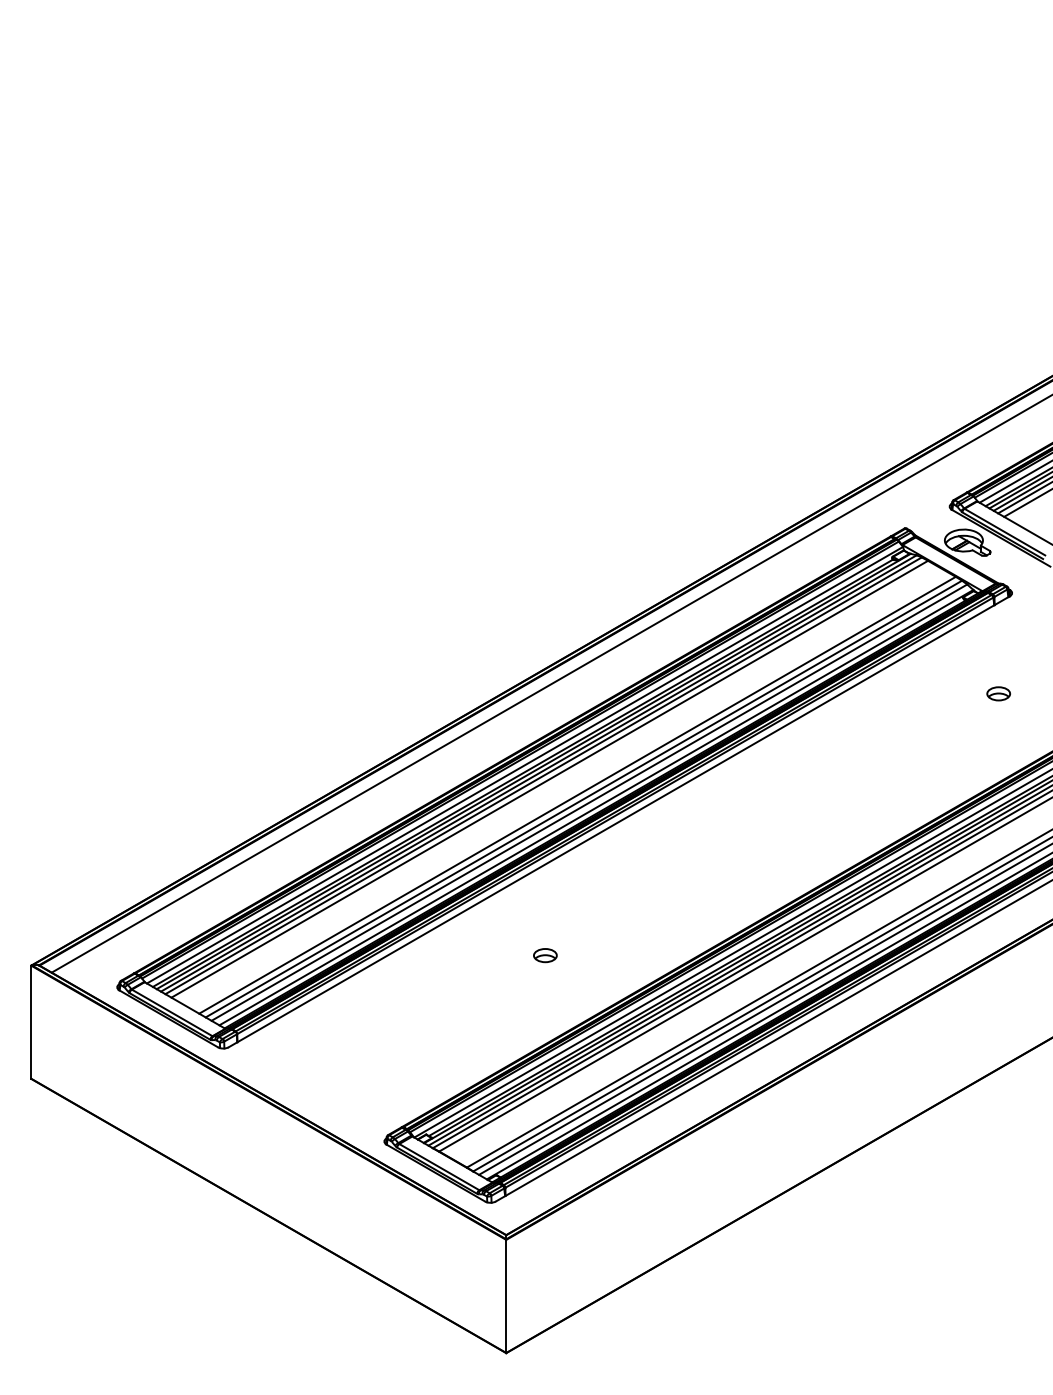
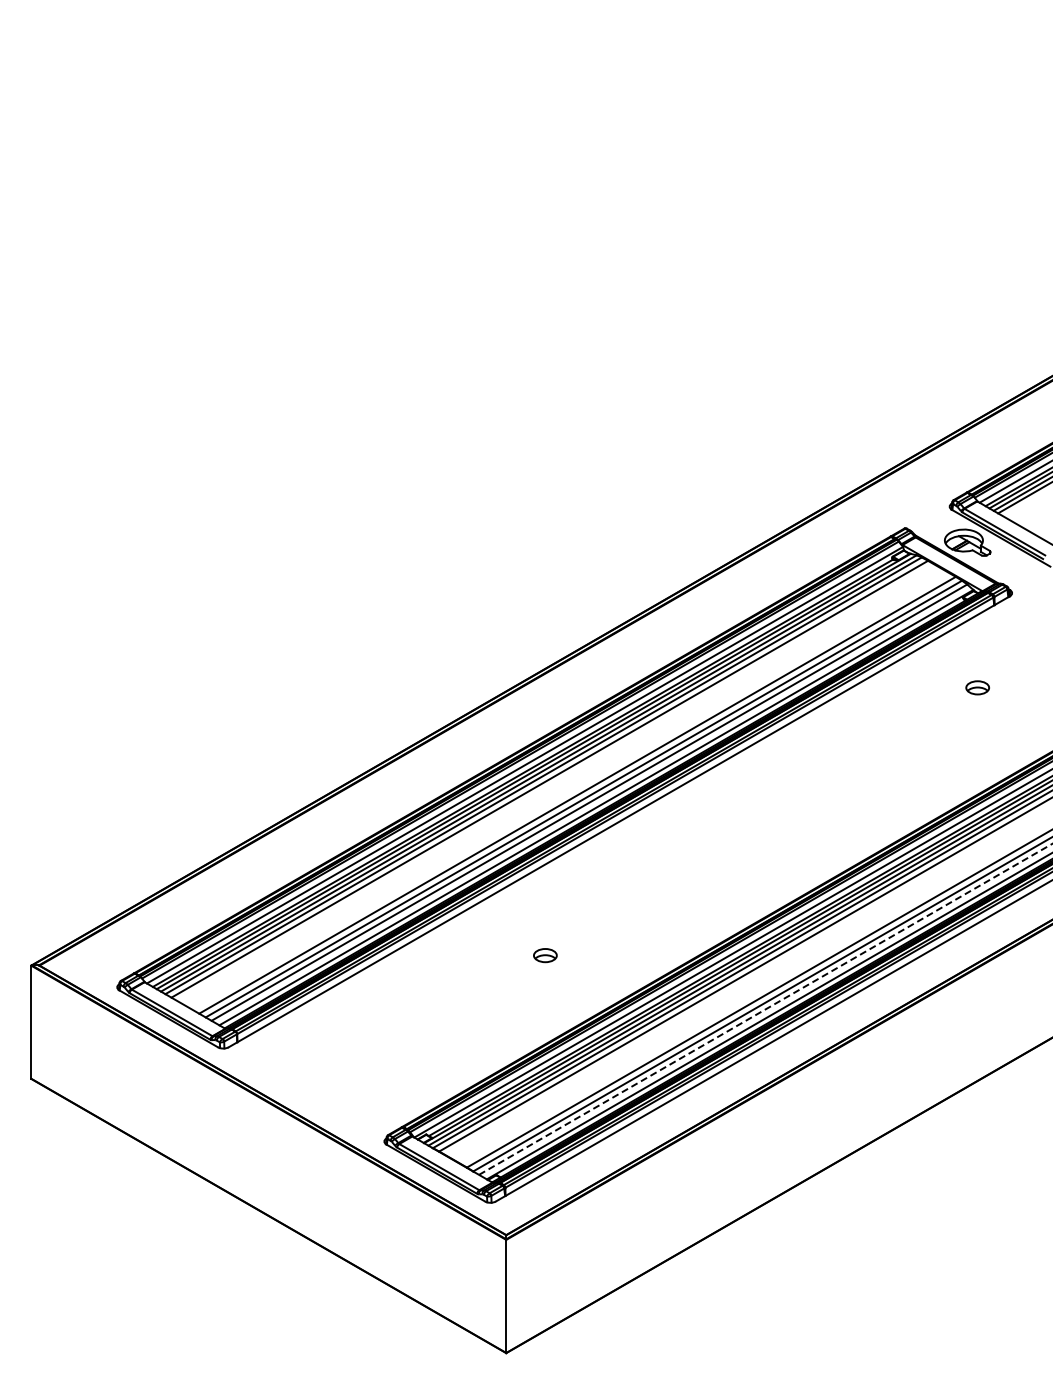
line at (1026, 503): present -> none
line at (550, 684): present -> none
part at (998, 693) position: (998, 693) -> (977, 687)
line at (766, 1008): solid -> dashed
